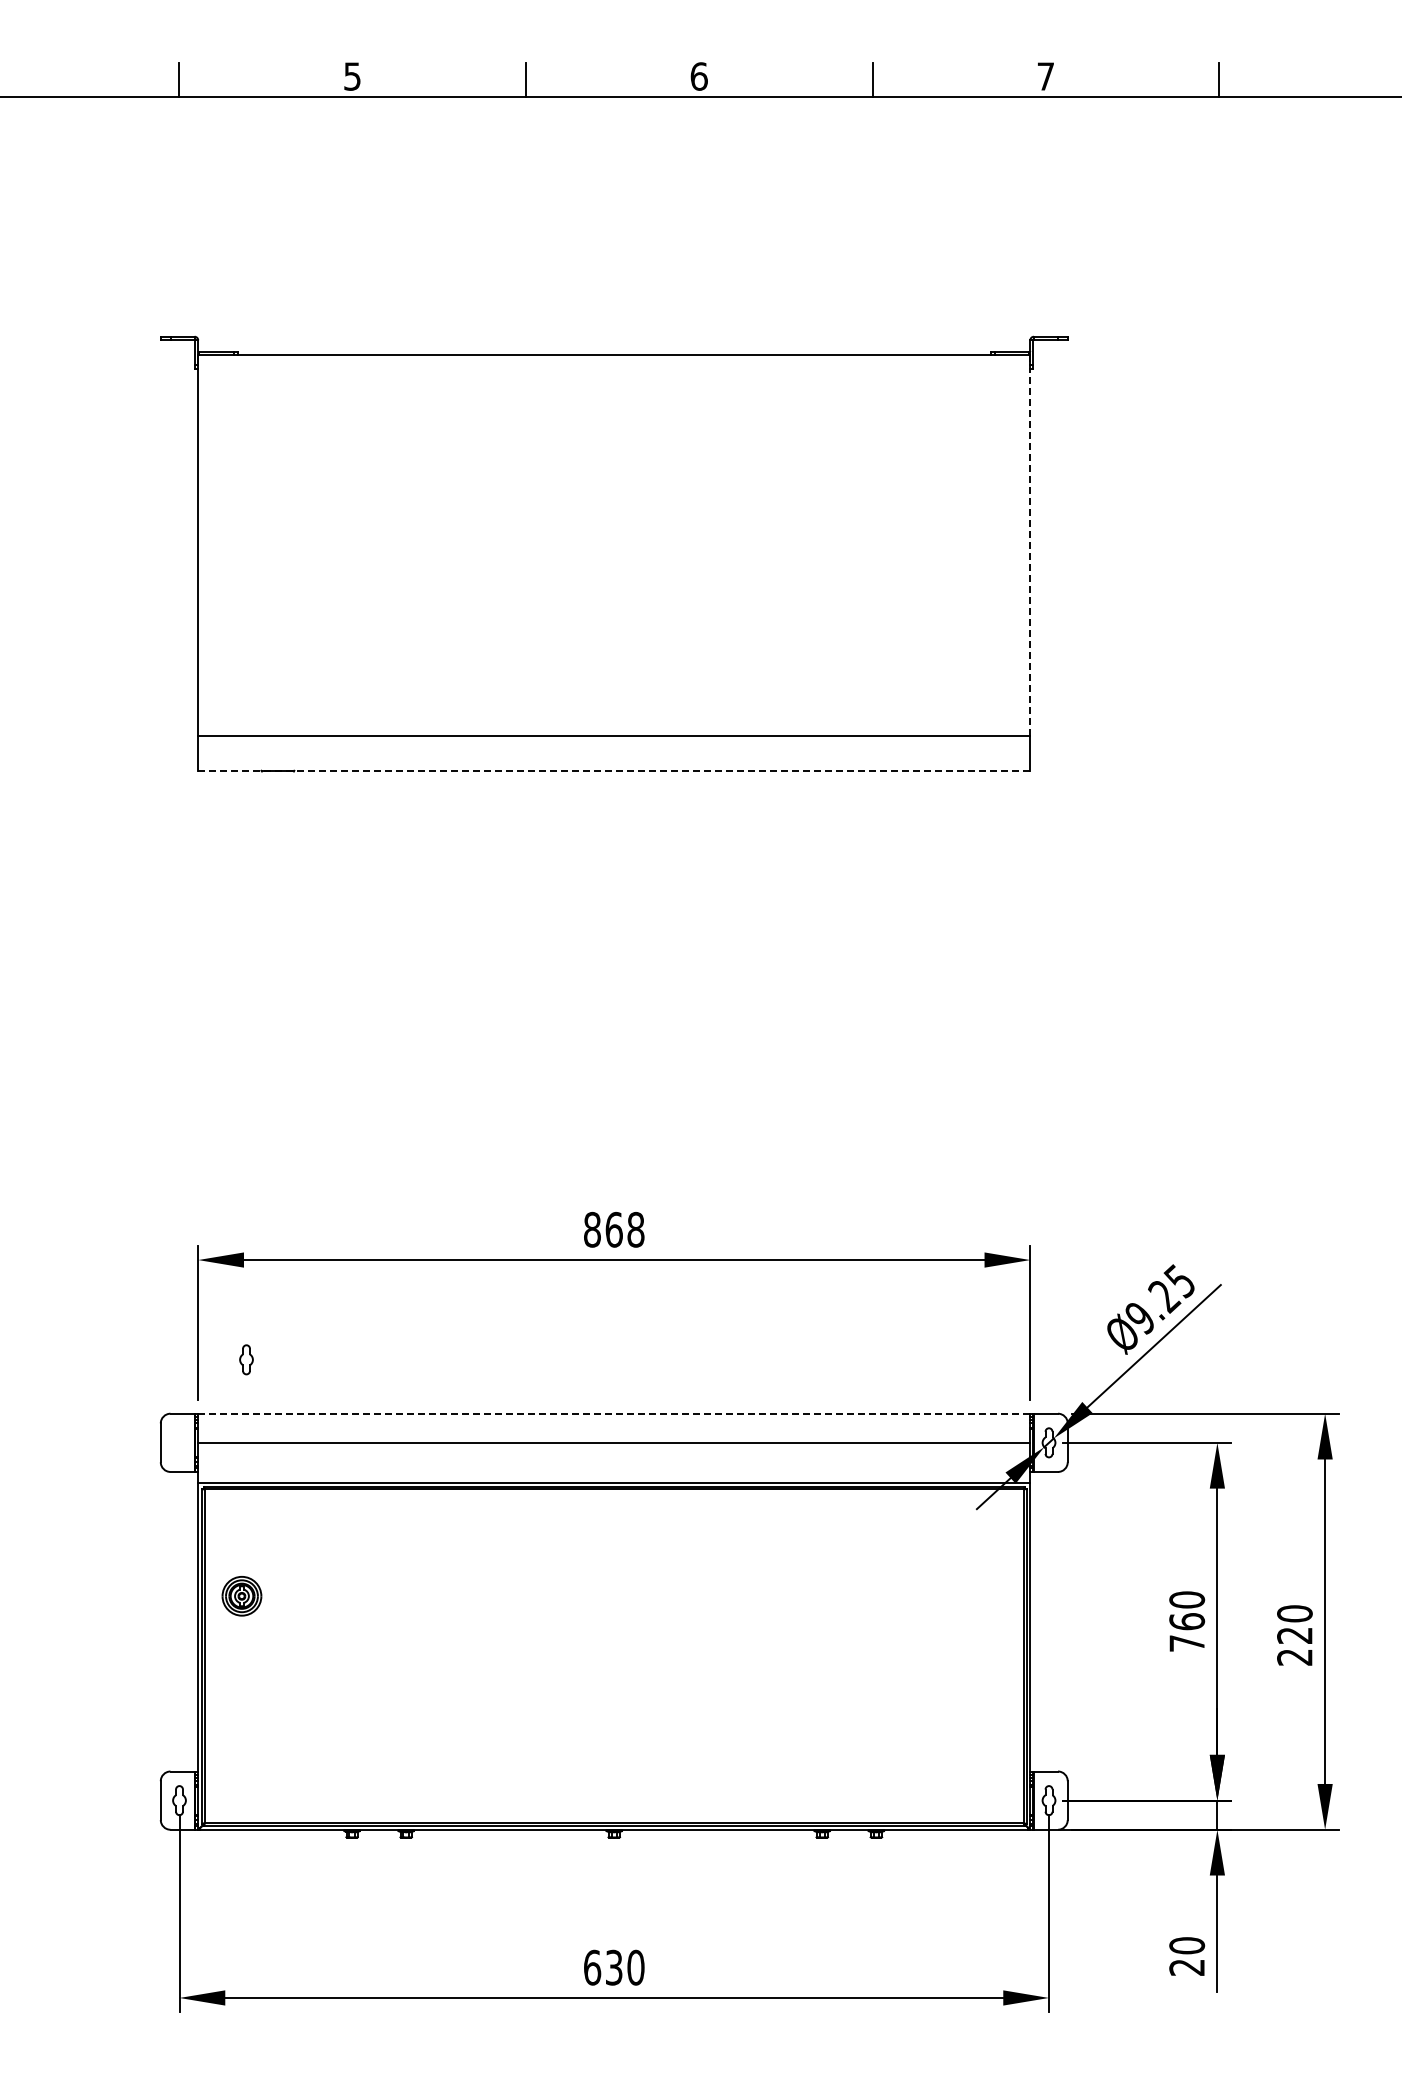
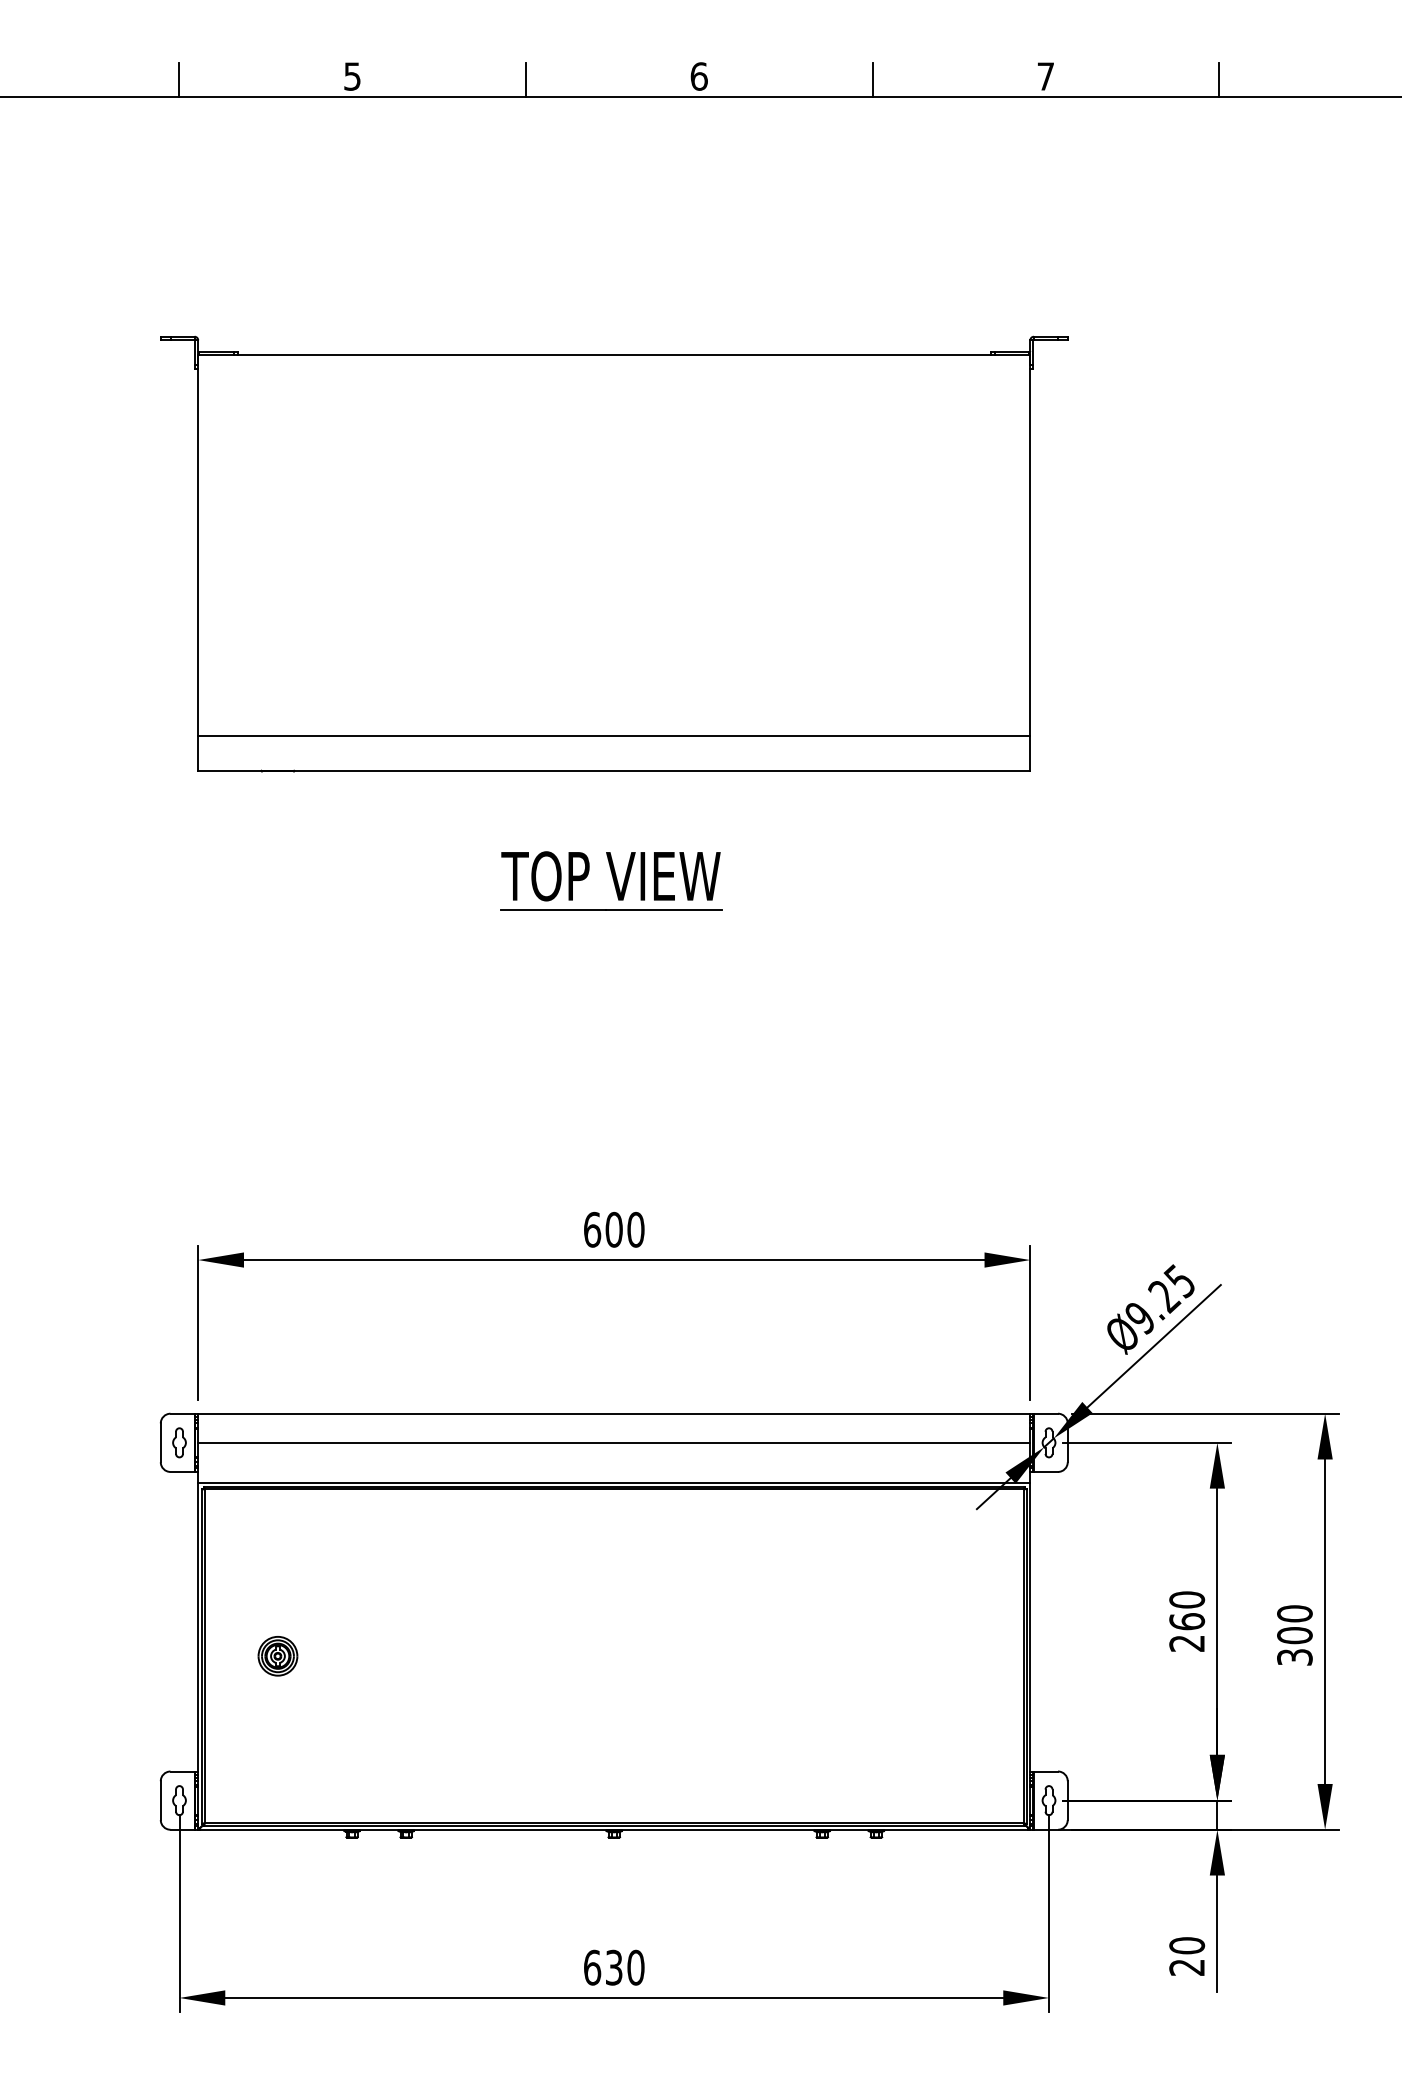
line at (1030, 545): dashed -> solid
line at (614, 770): dashed -> solid
part at (611, 880): none -> present
text at (614, 1229): 868 -> 600
part at (246, 1359) position: (246, 1359) -> (179, 1442)
line at (614, 1413): dashed -> solid
part at (241, 1596) position: (241, 1596) -> (277, 1656)
text at (1186, 1643): 760 -> 260
text at (1294, 1646): 220 -> 300
